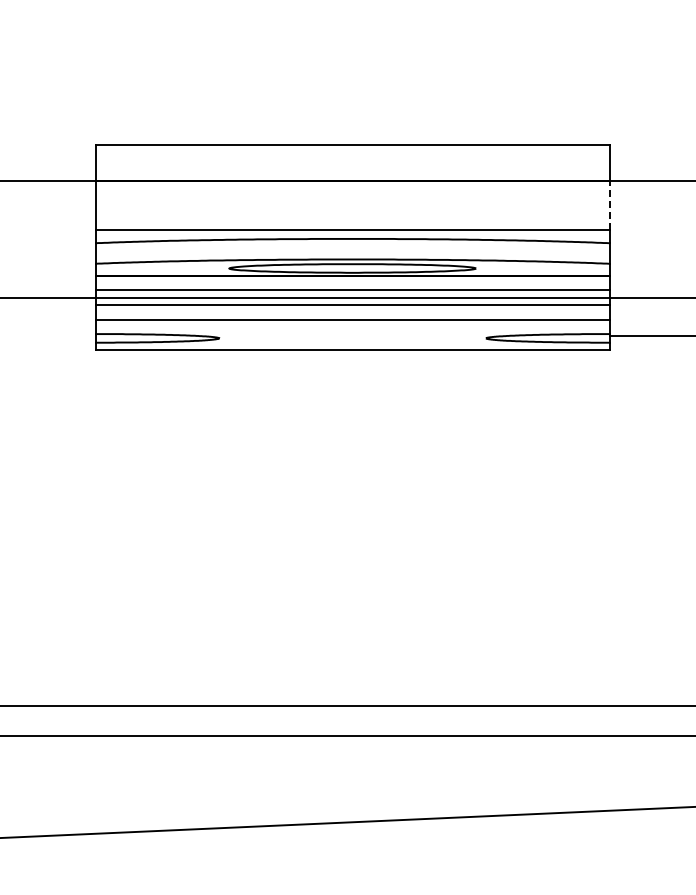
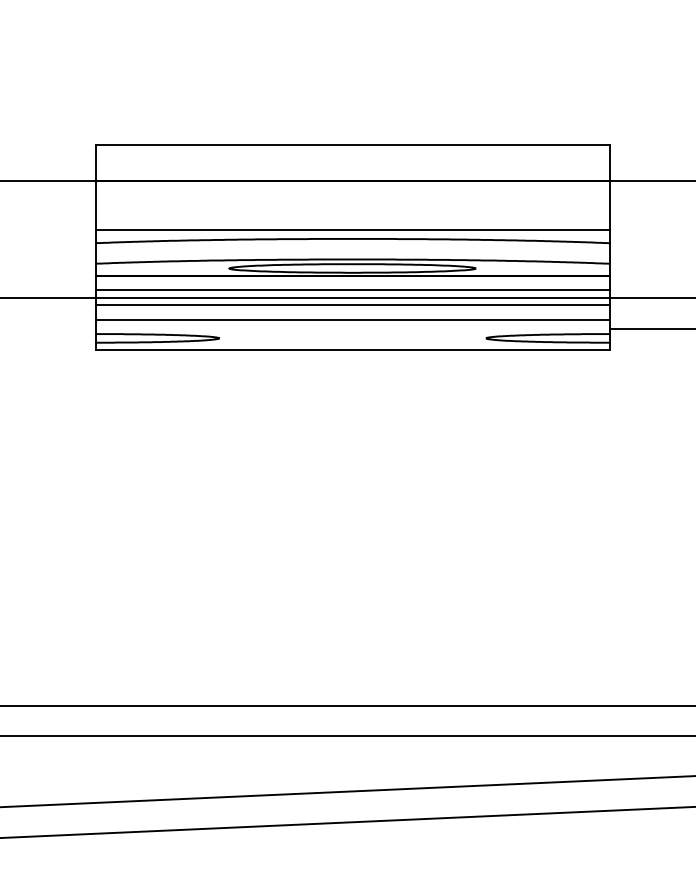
line at (609, 205): dashed -> solid
line at (650, 336) position: (650, 336) -> (650, 329)
line at (347, 791): none -> present
